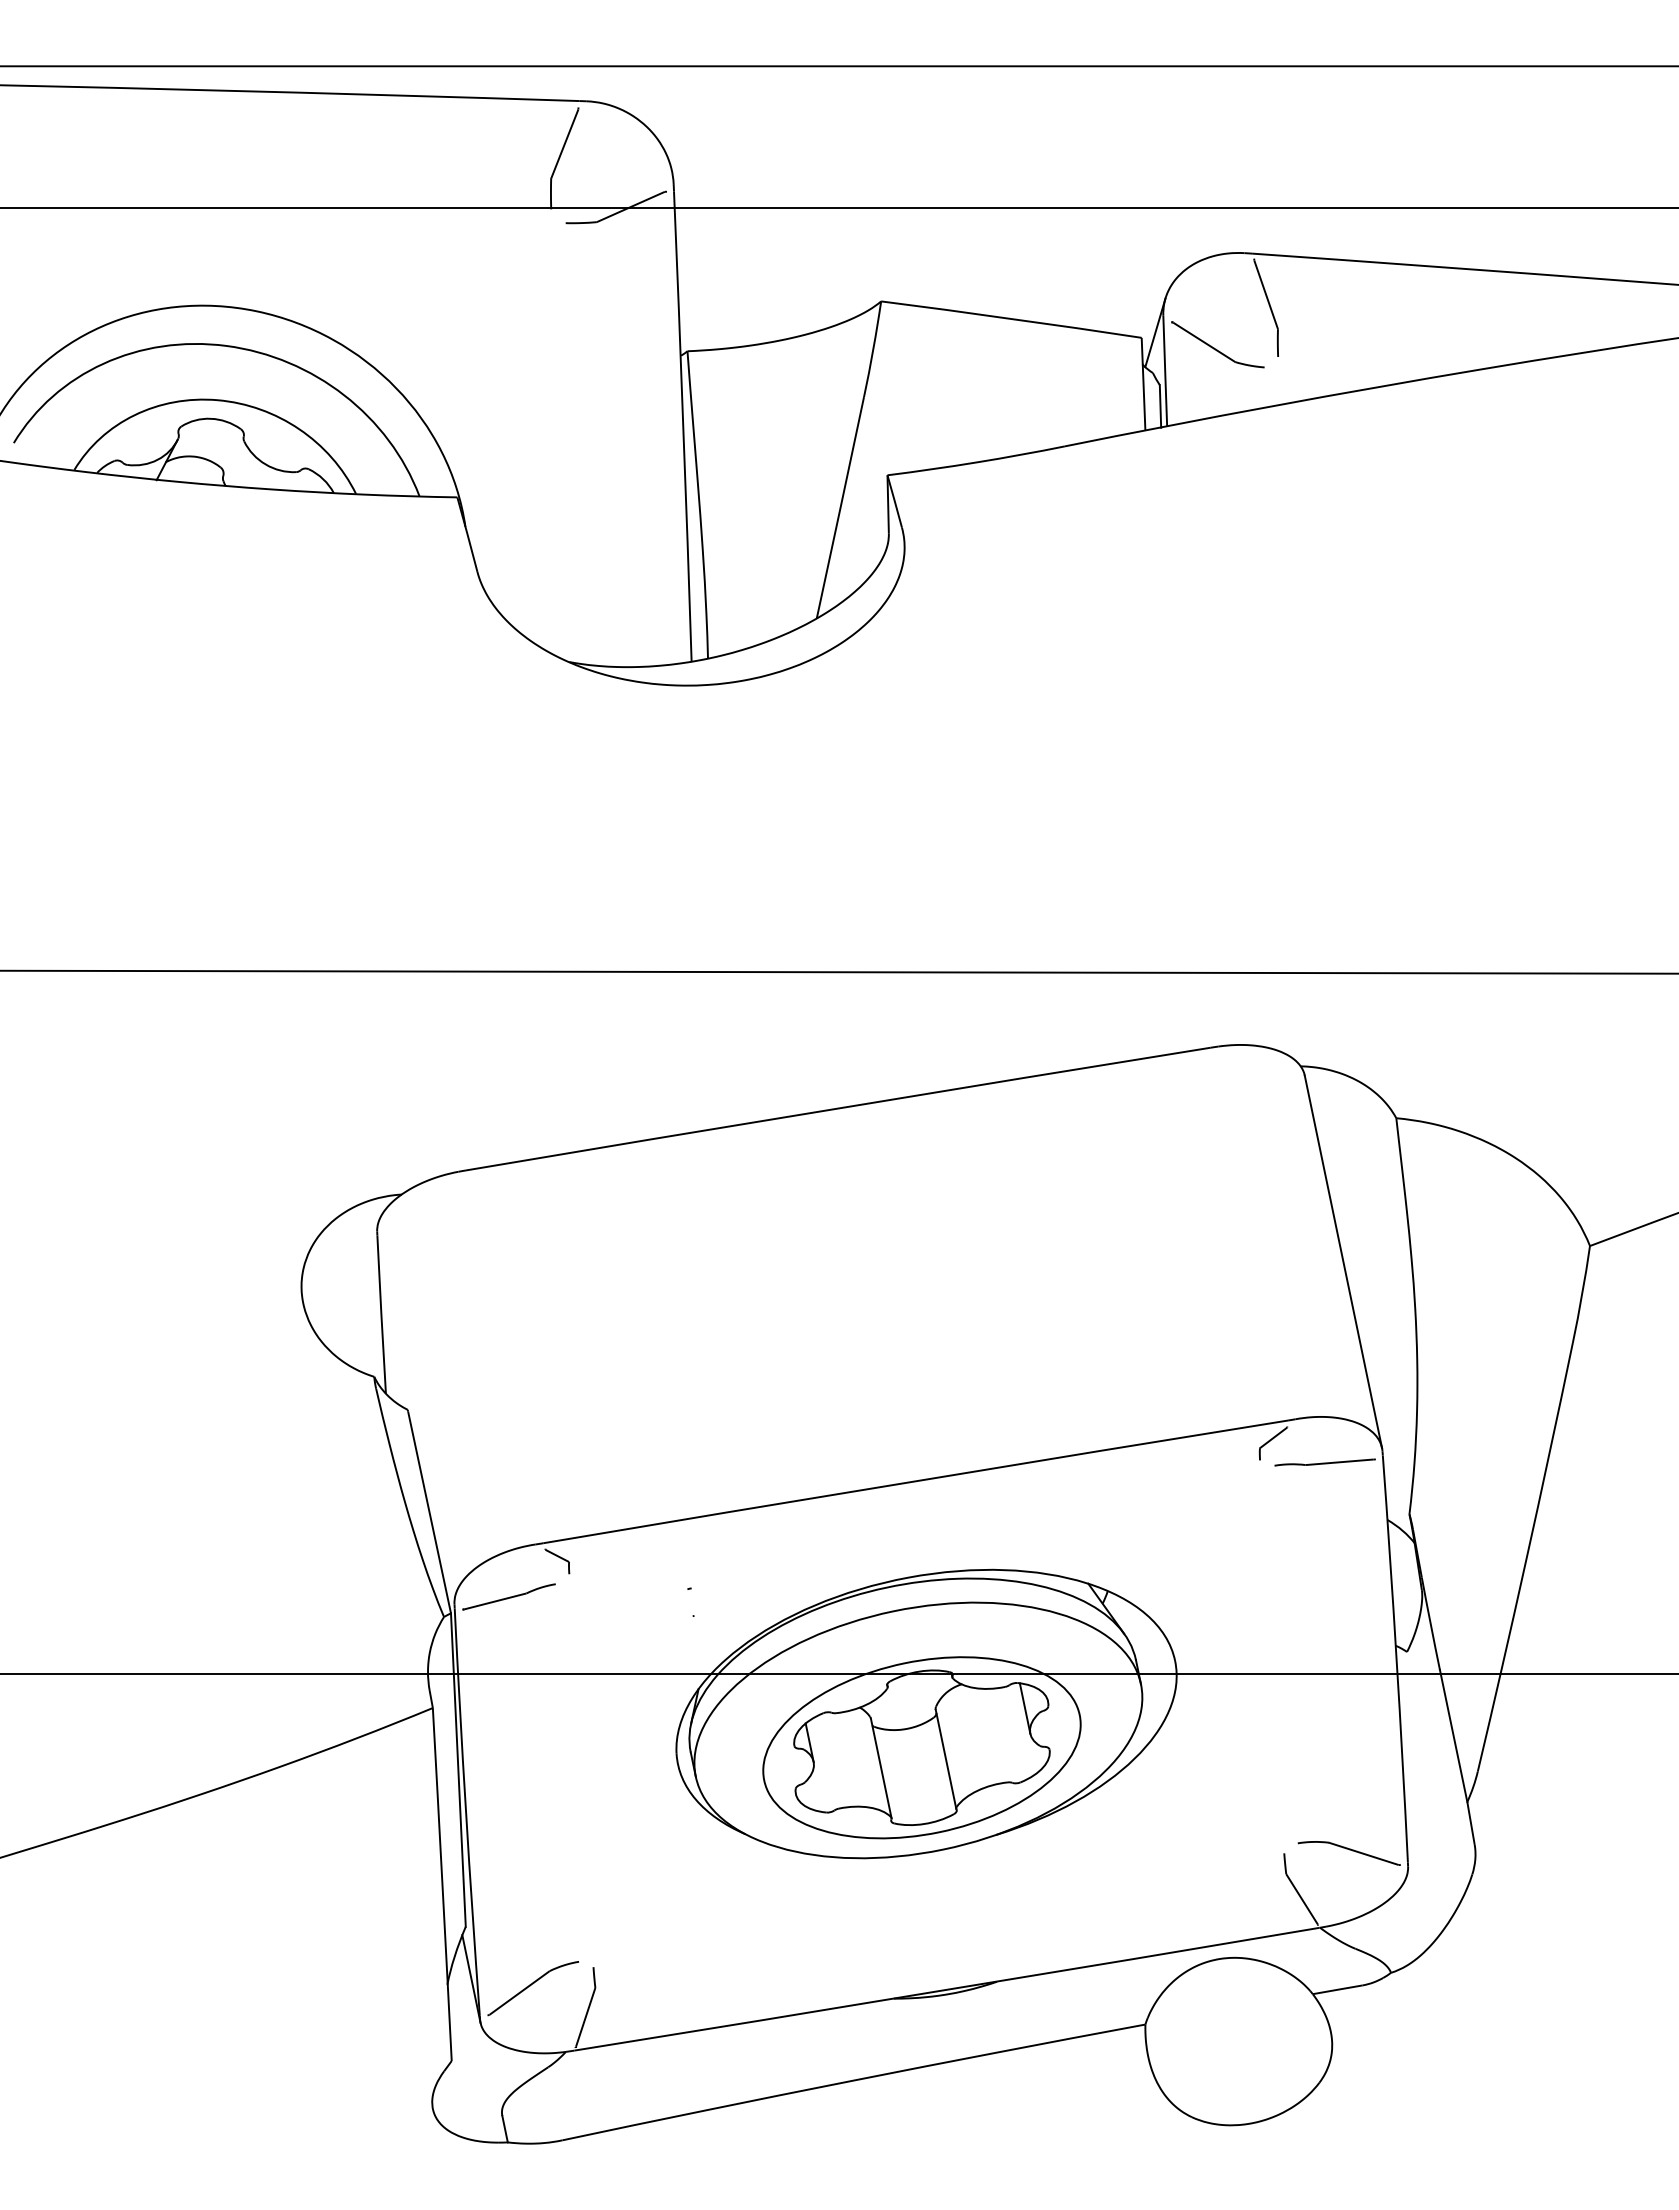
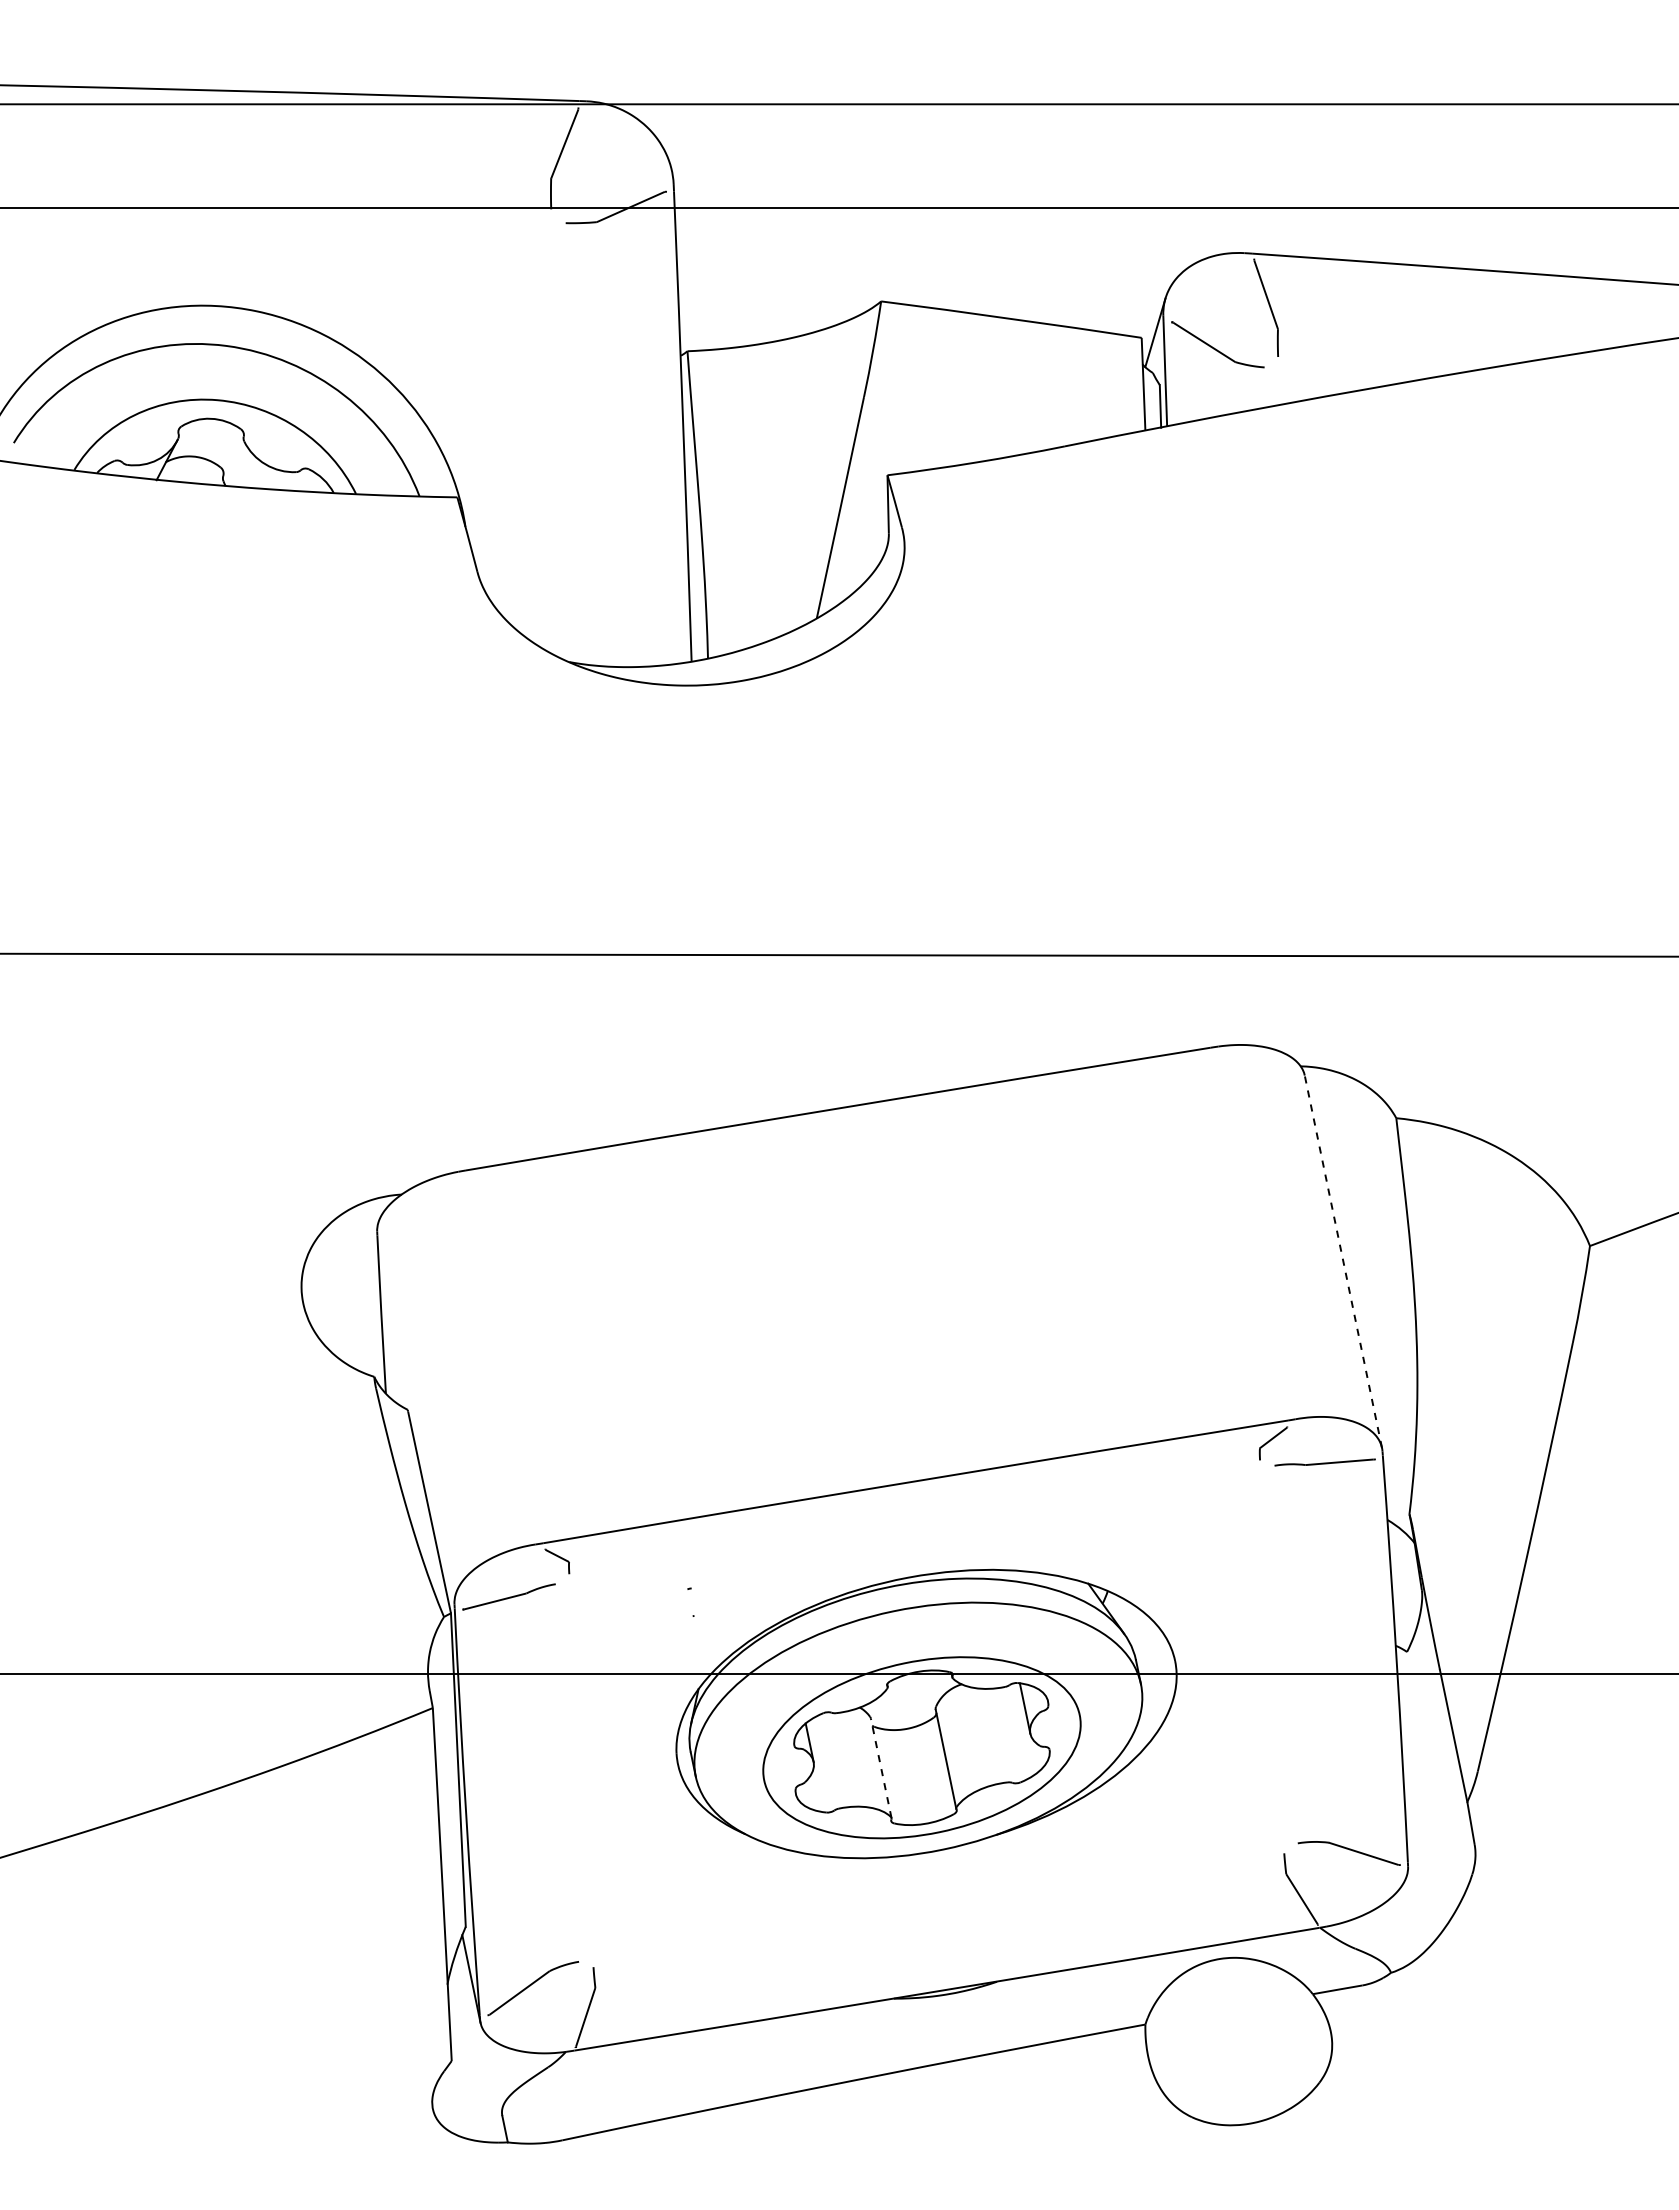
line at (838, 66) position: (838, 66) -> (838, 104)
line at (838, 971) position: (838, 971) -> (838, 954)
line at (1343, 1261): solid -> dashed
line at (881, 1768): solid -> dashed
